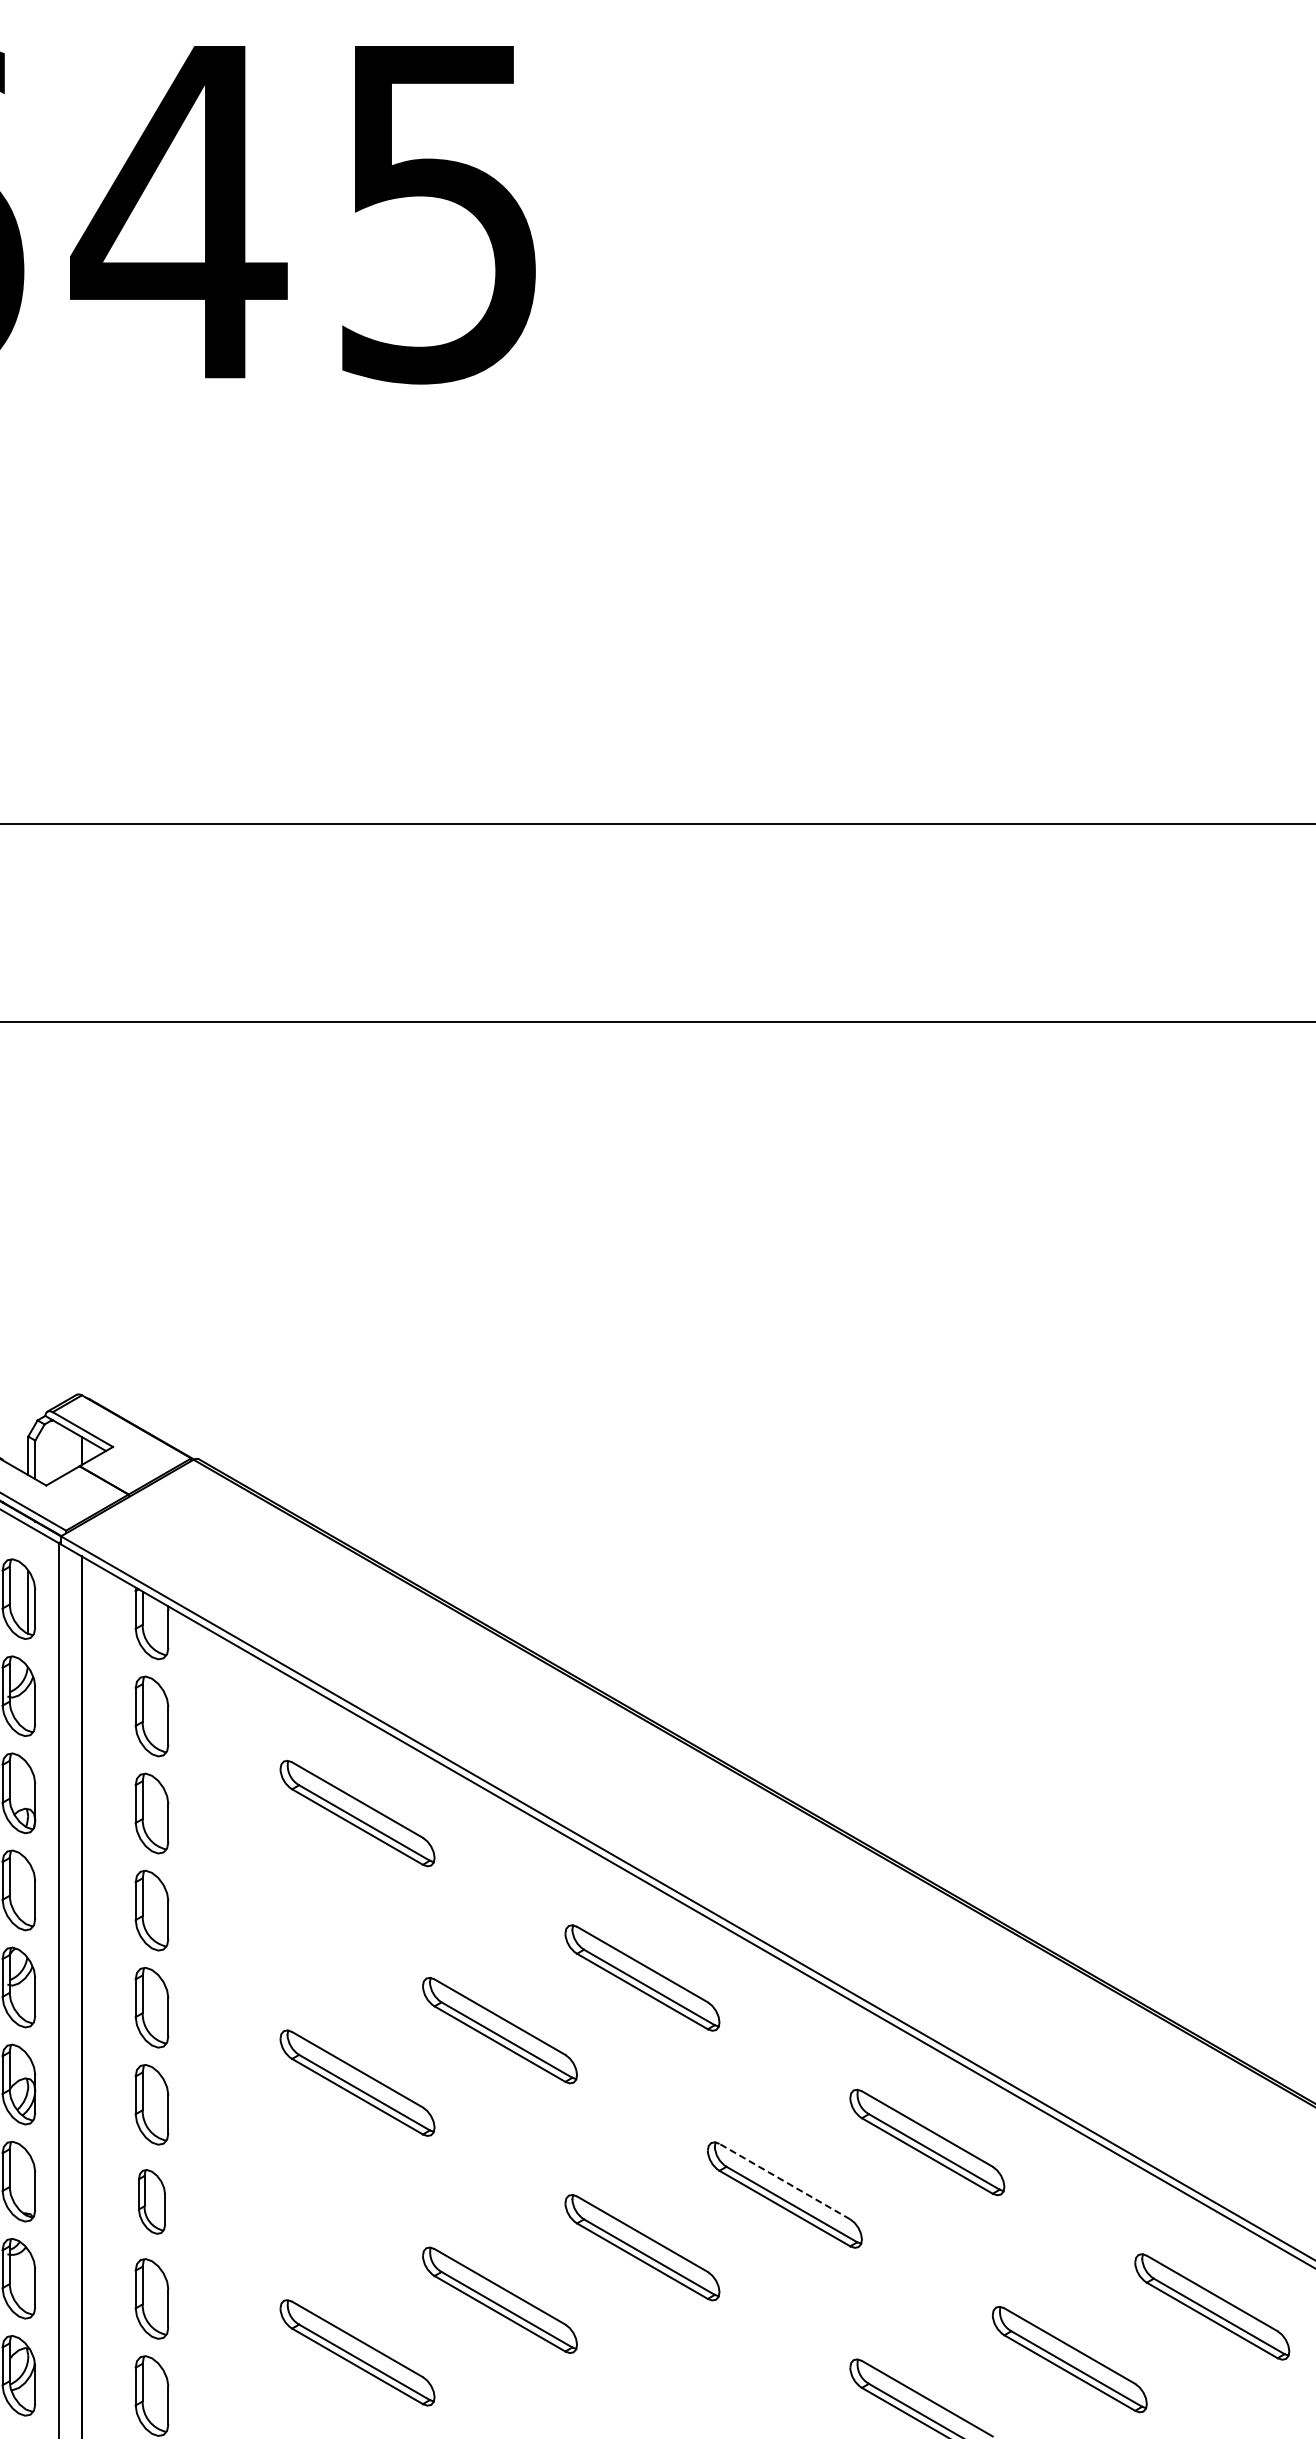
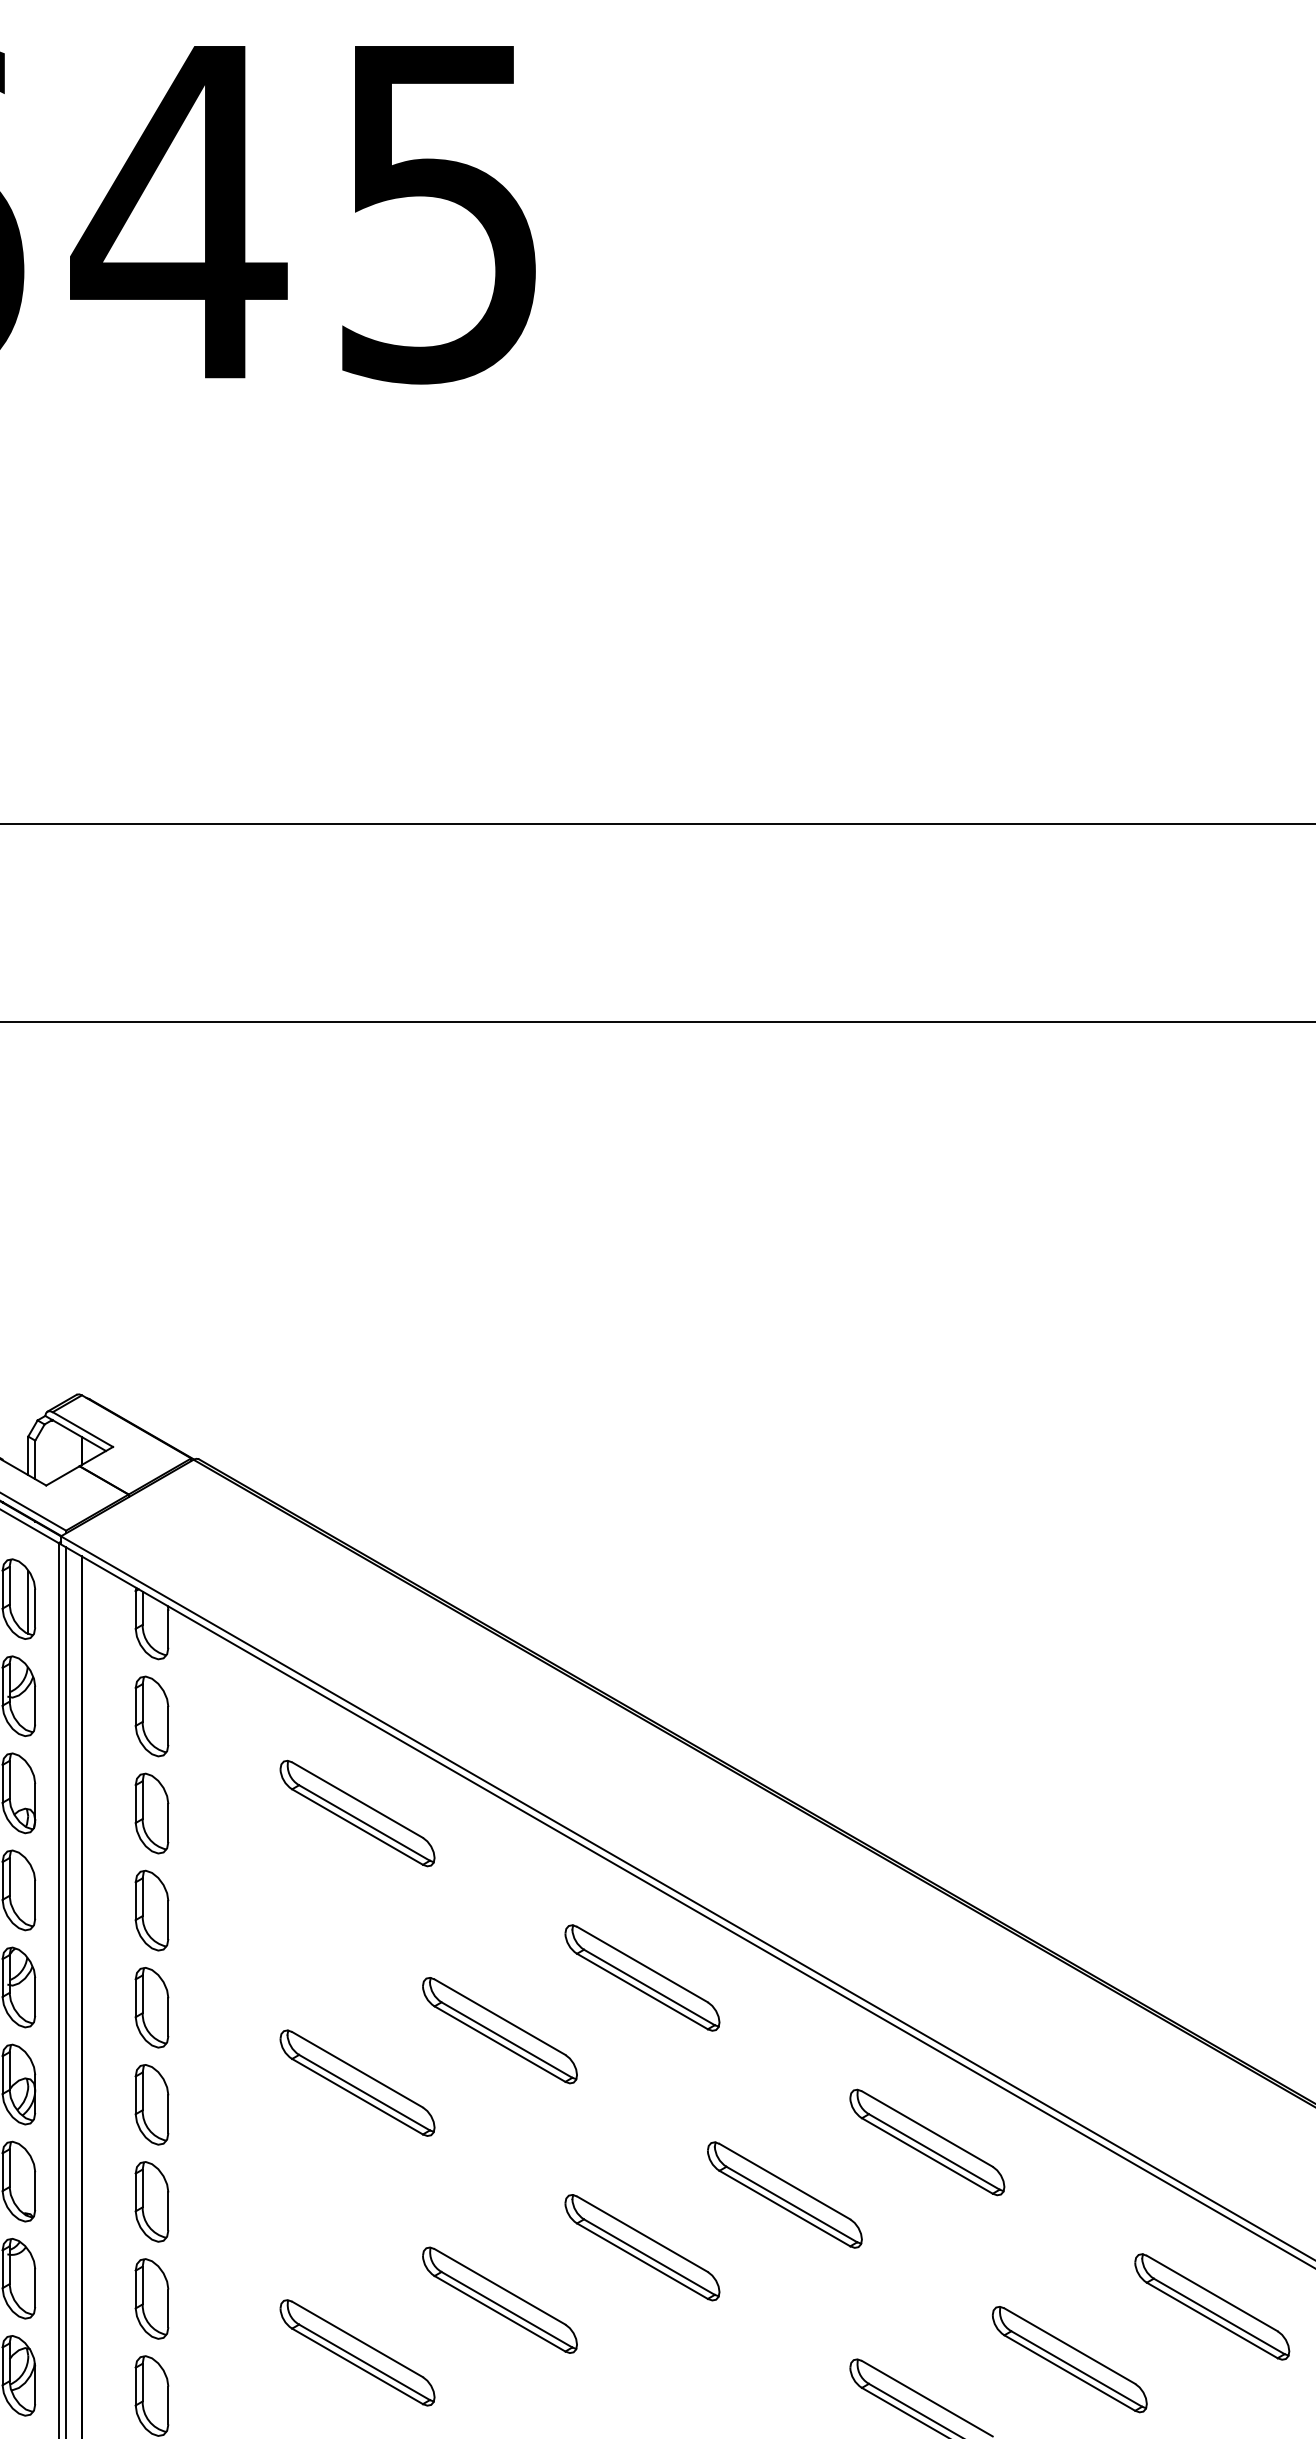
line at (65, 1991): none -> present
line at (784, 2181): dashed -> solid
part at (151, 2201) size: 29x66 px -> 36x82 px
